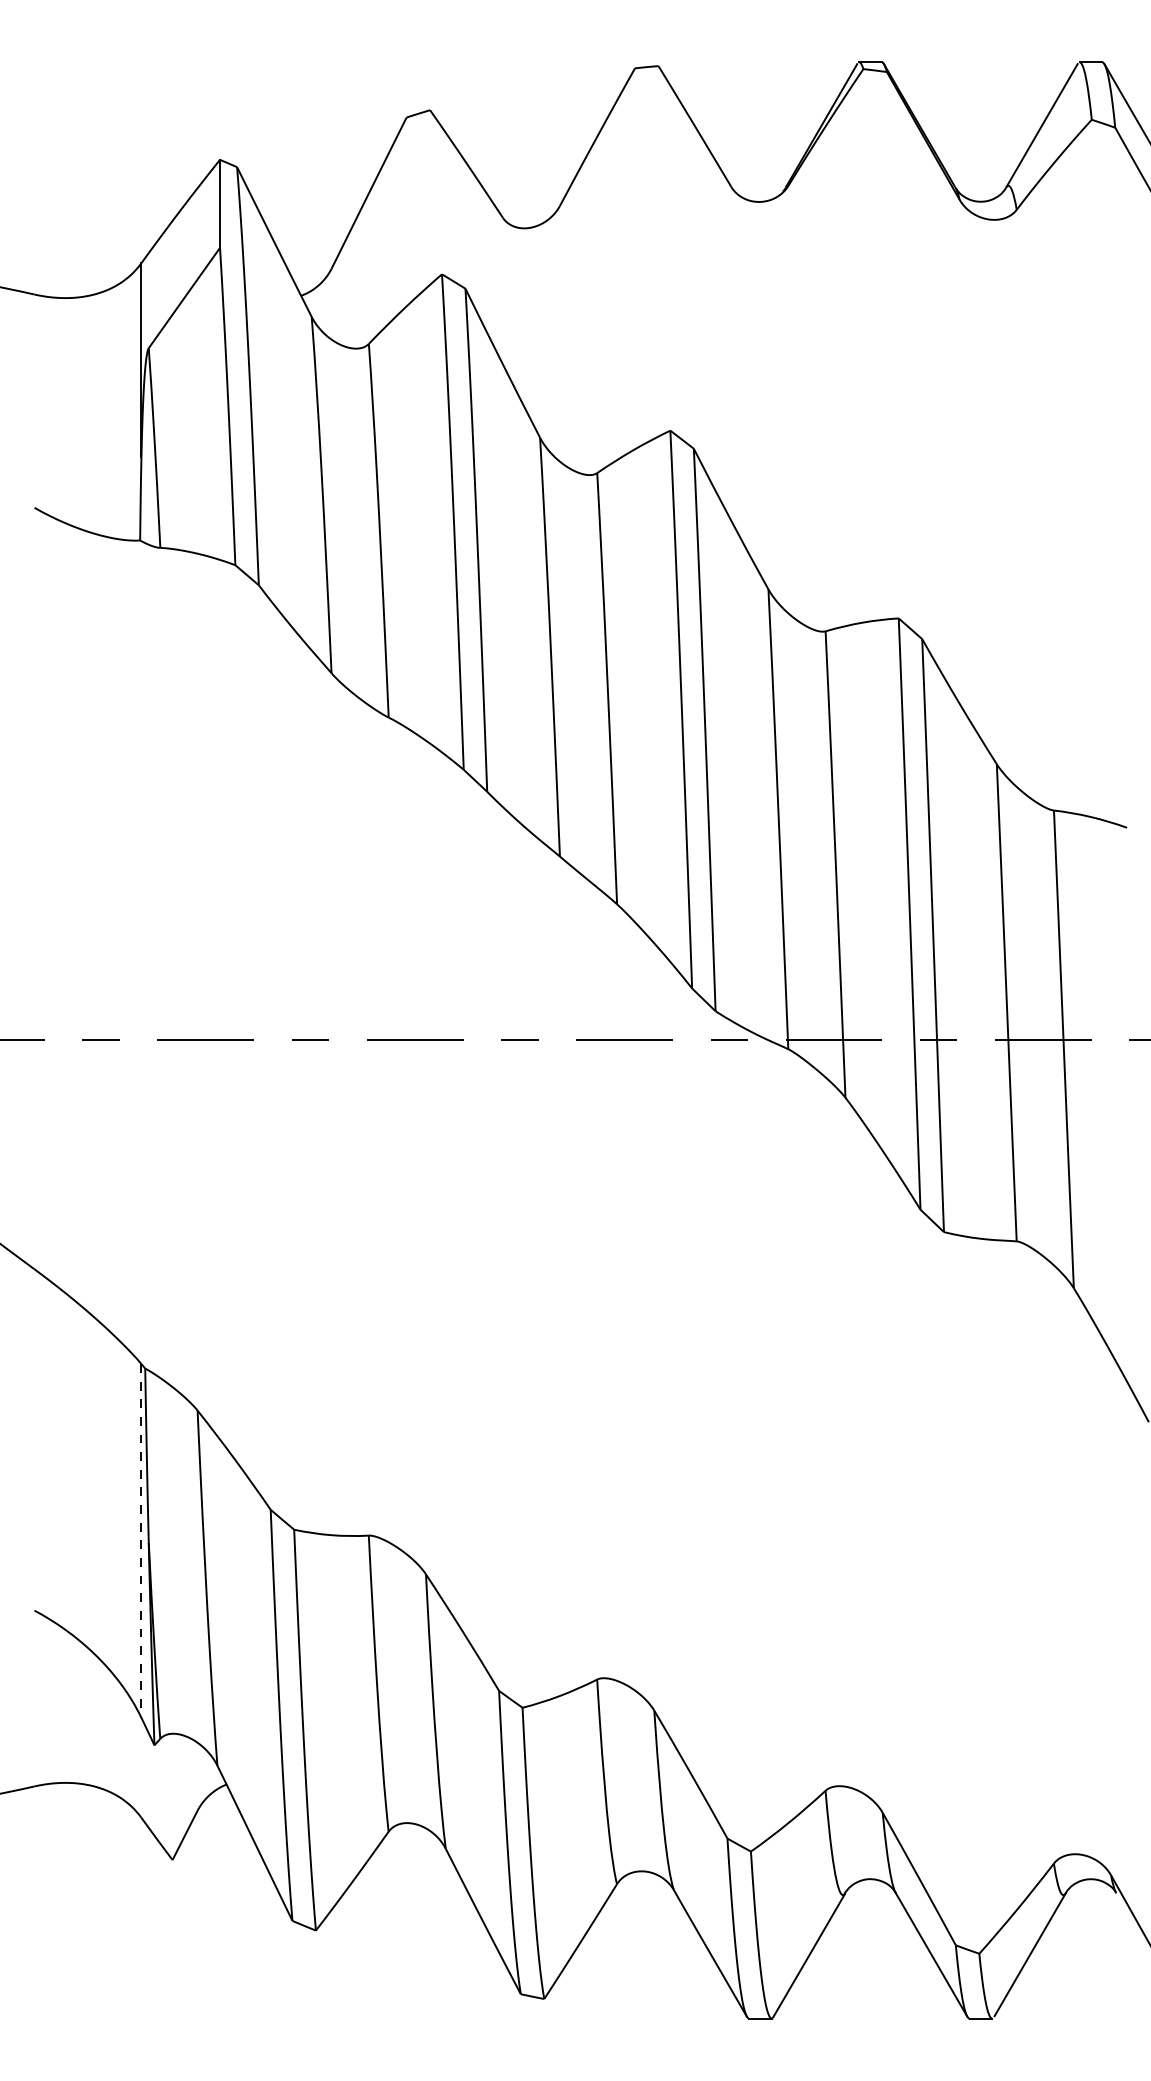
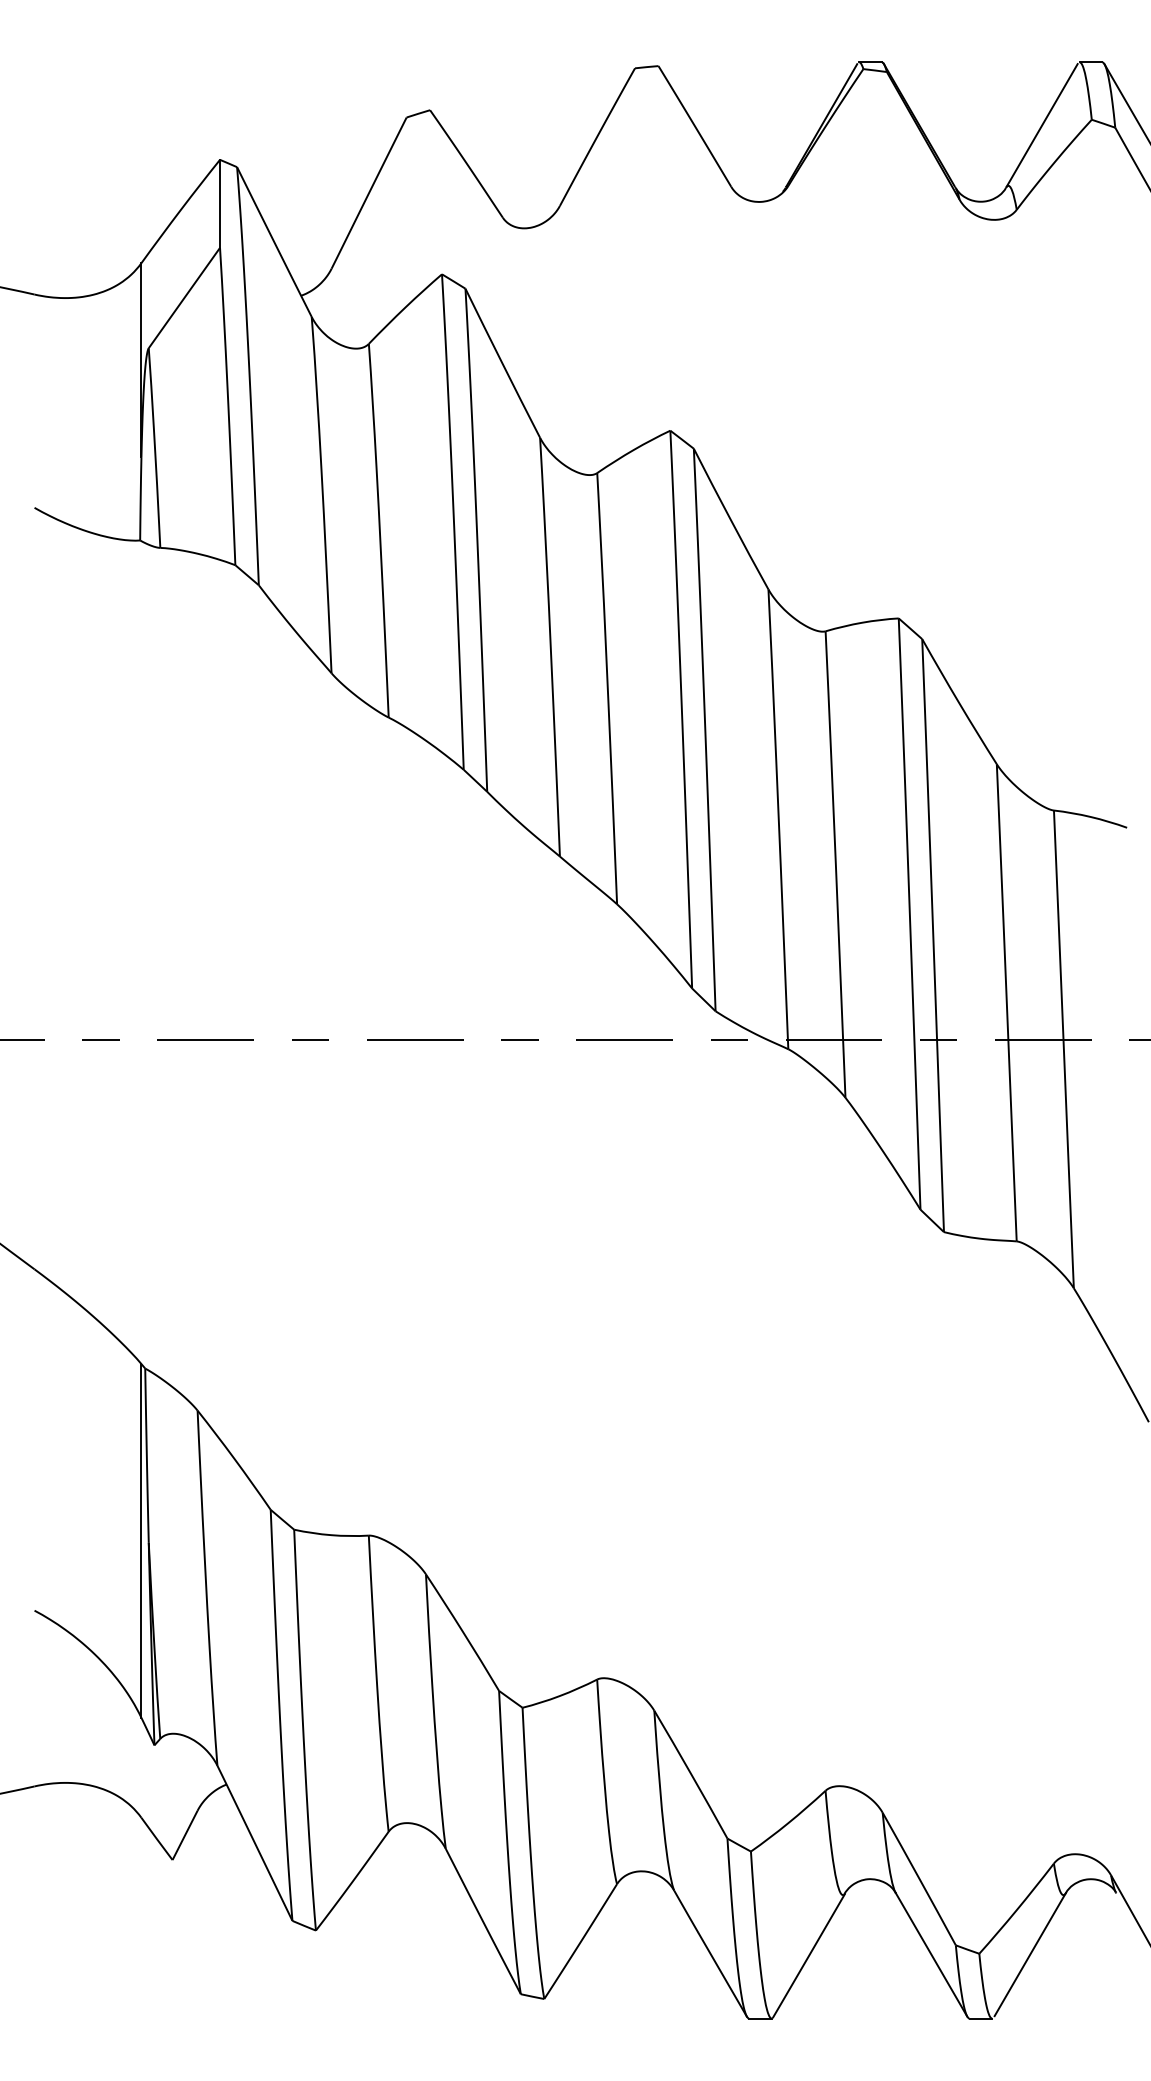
line at (141, 1540): dashed -> solid
